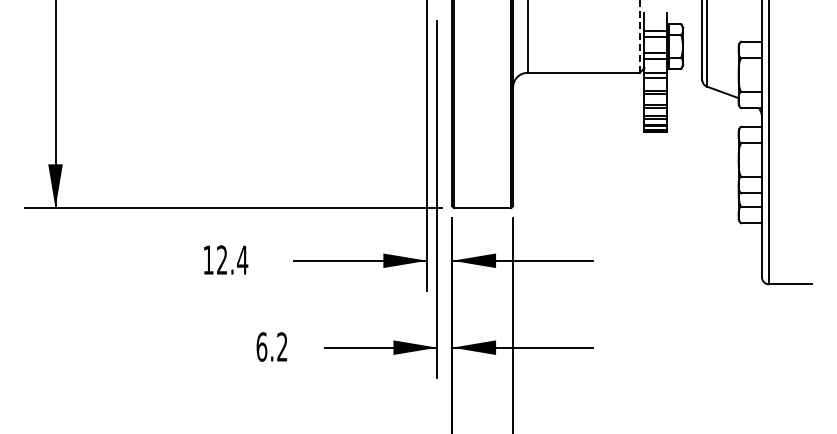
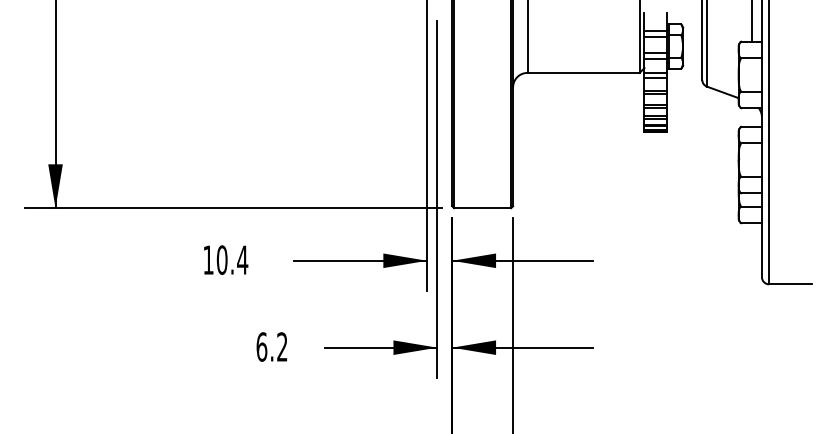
line at (751, 21): none -> present
line at (639, 35): dashed -> solid
text at (221, 259): 12.4 -> 10.4
